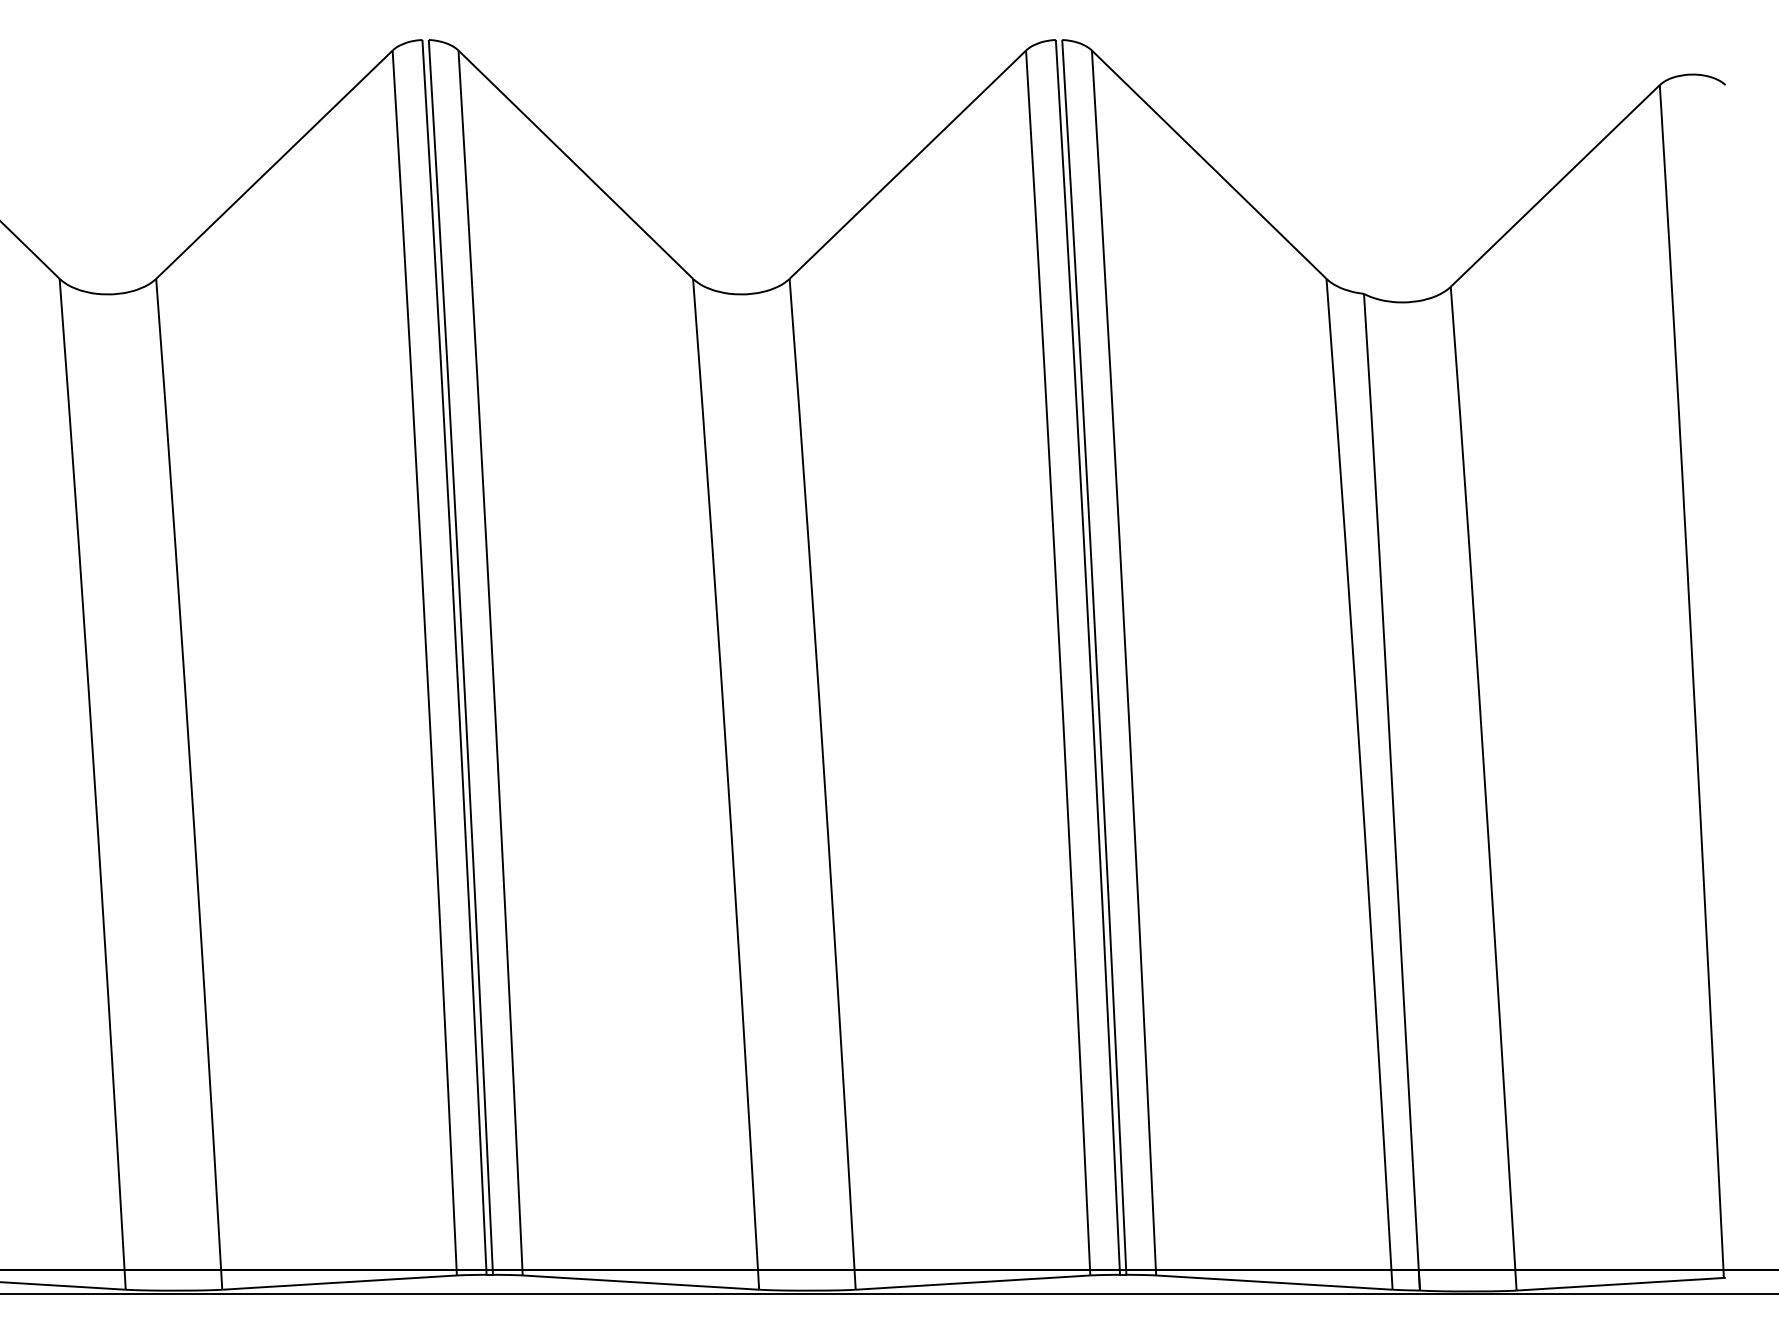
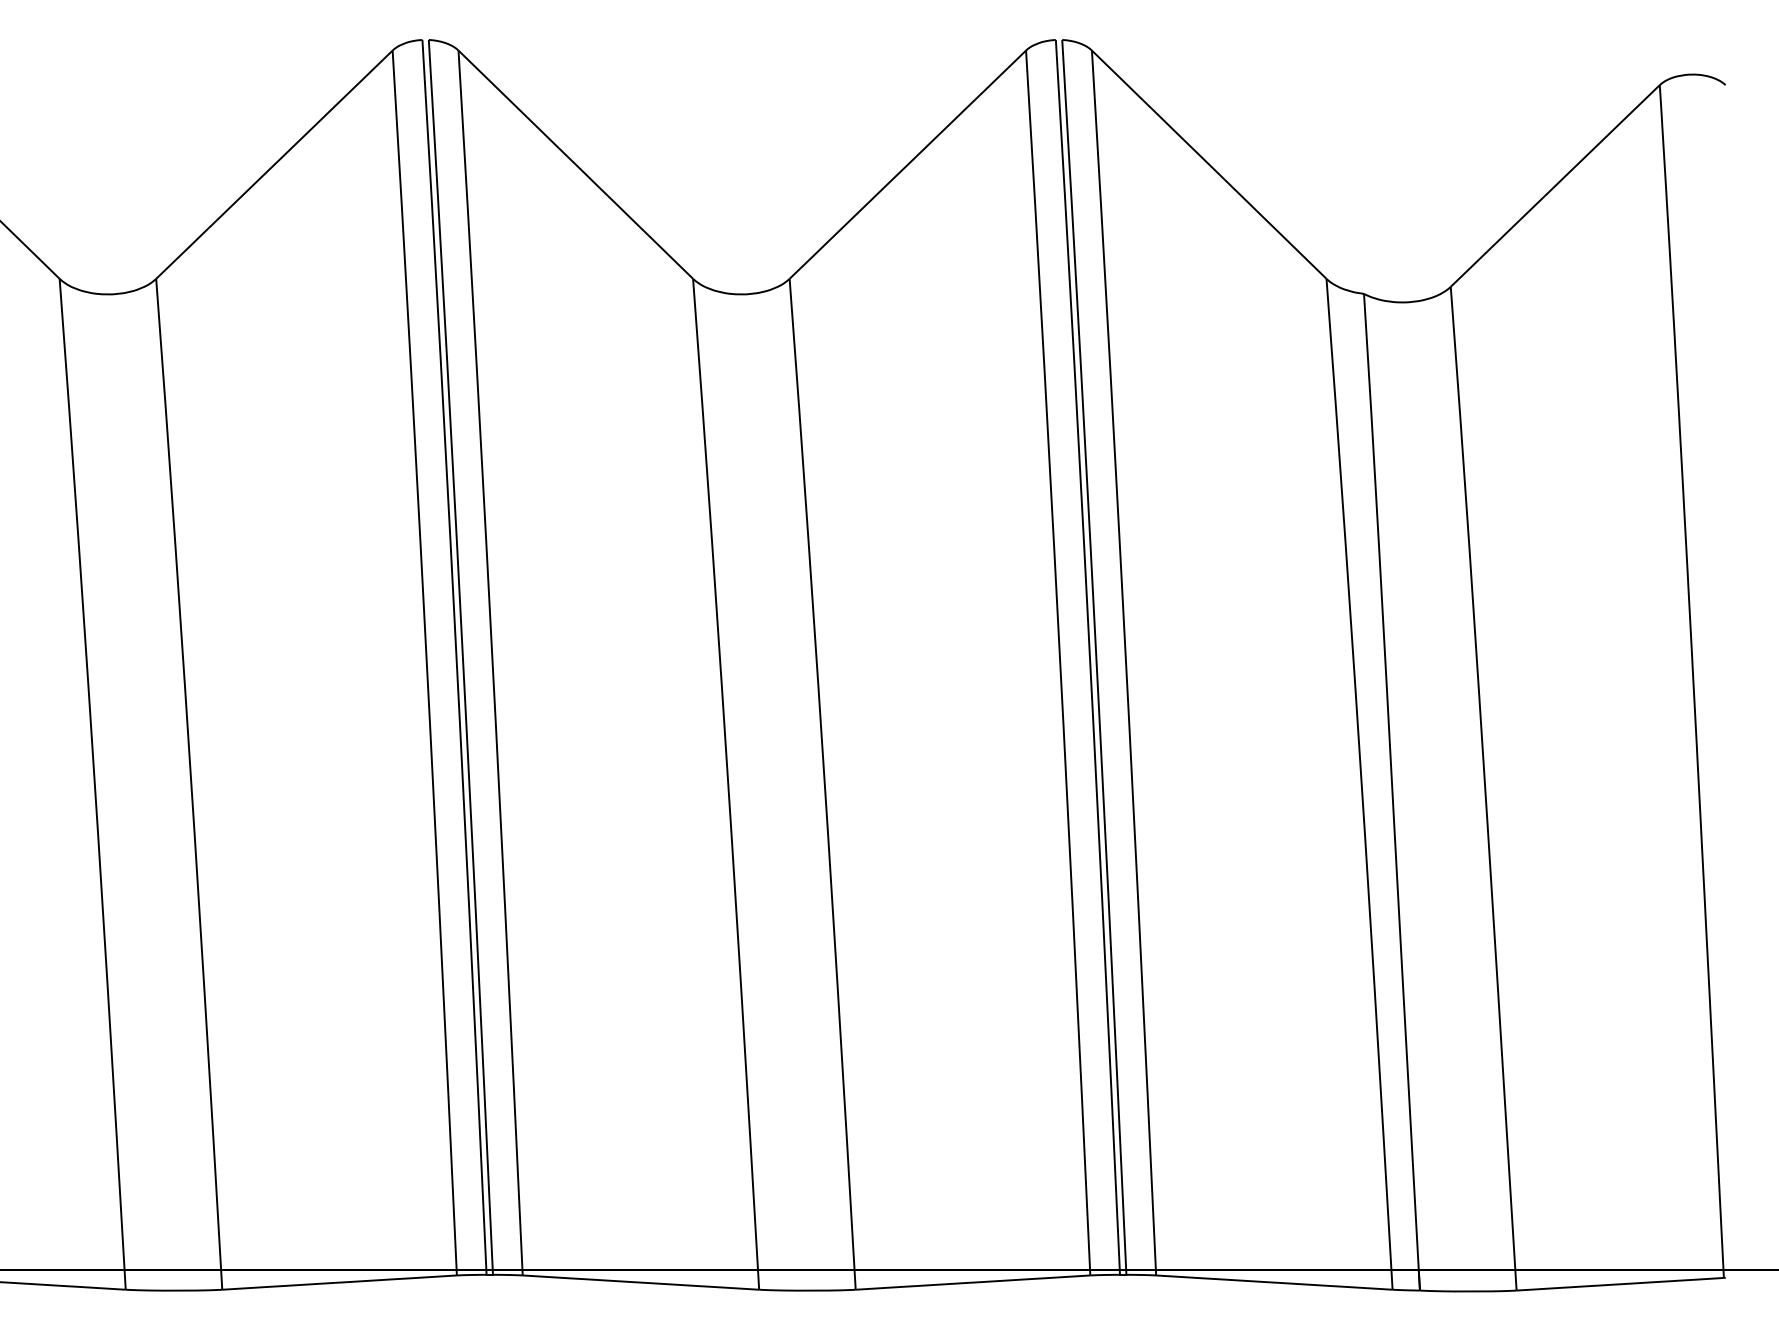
line at (888, 1294): present -> none
